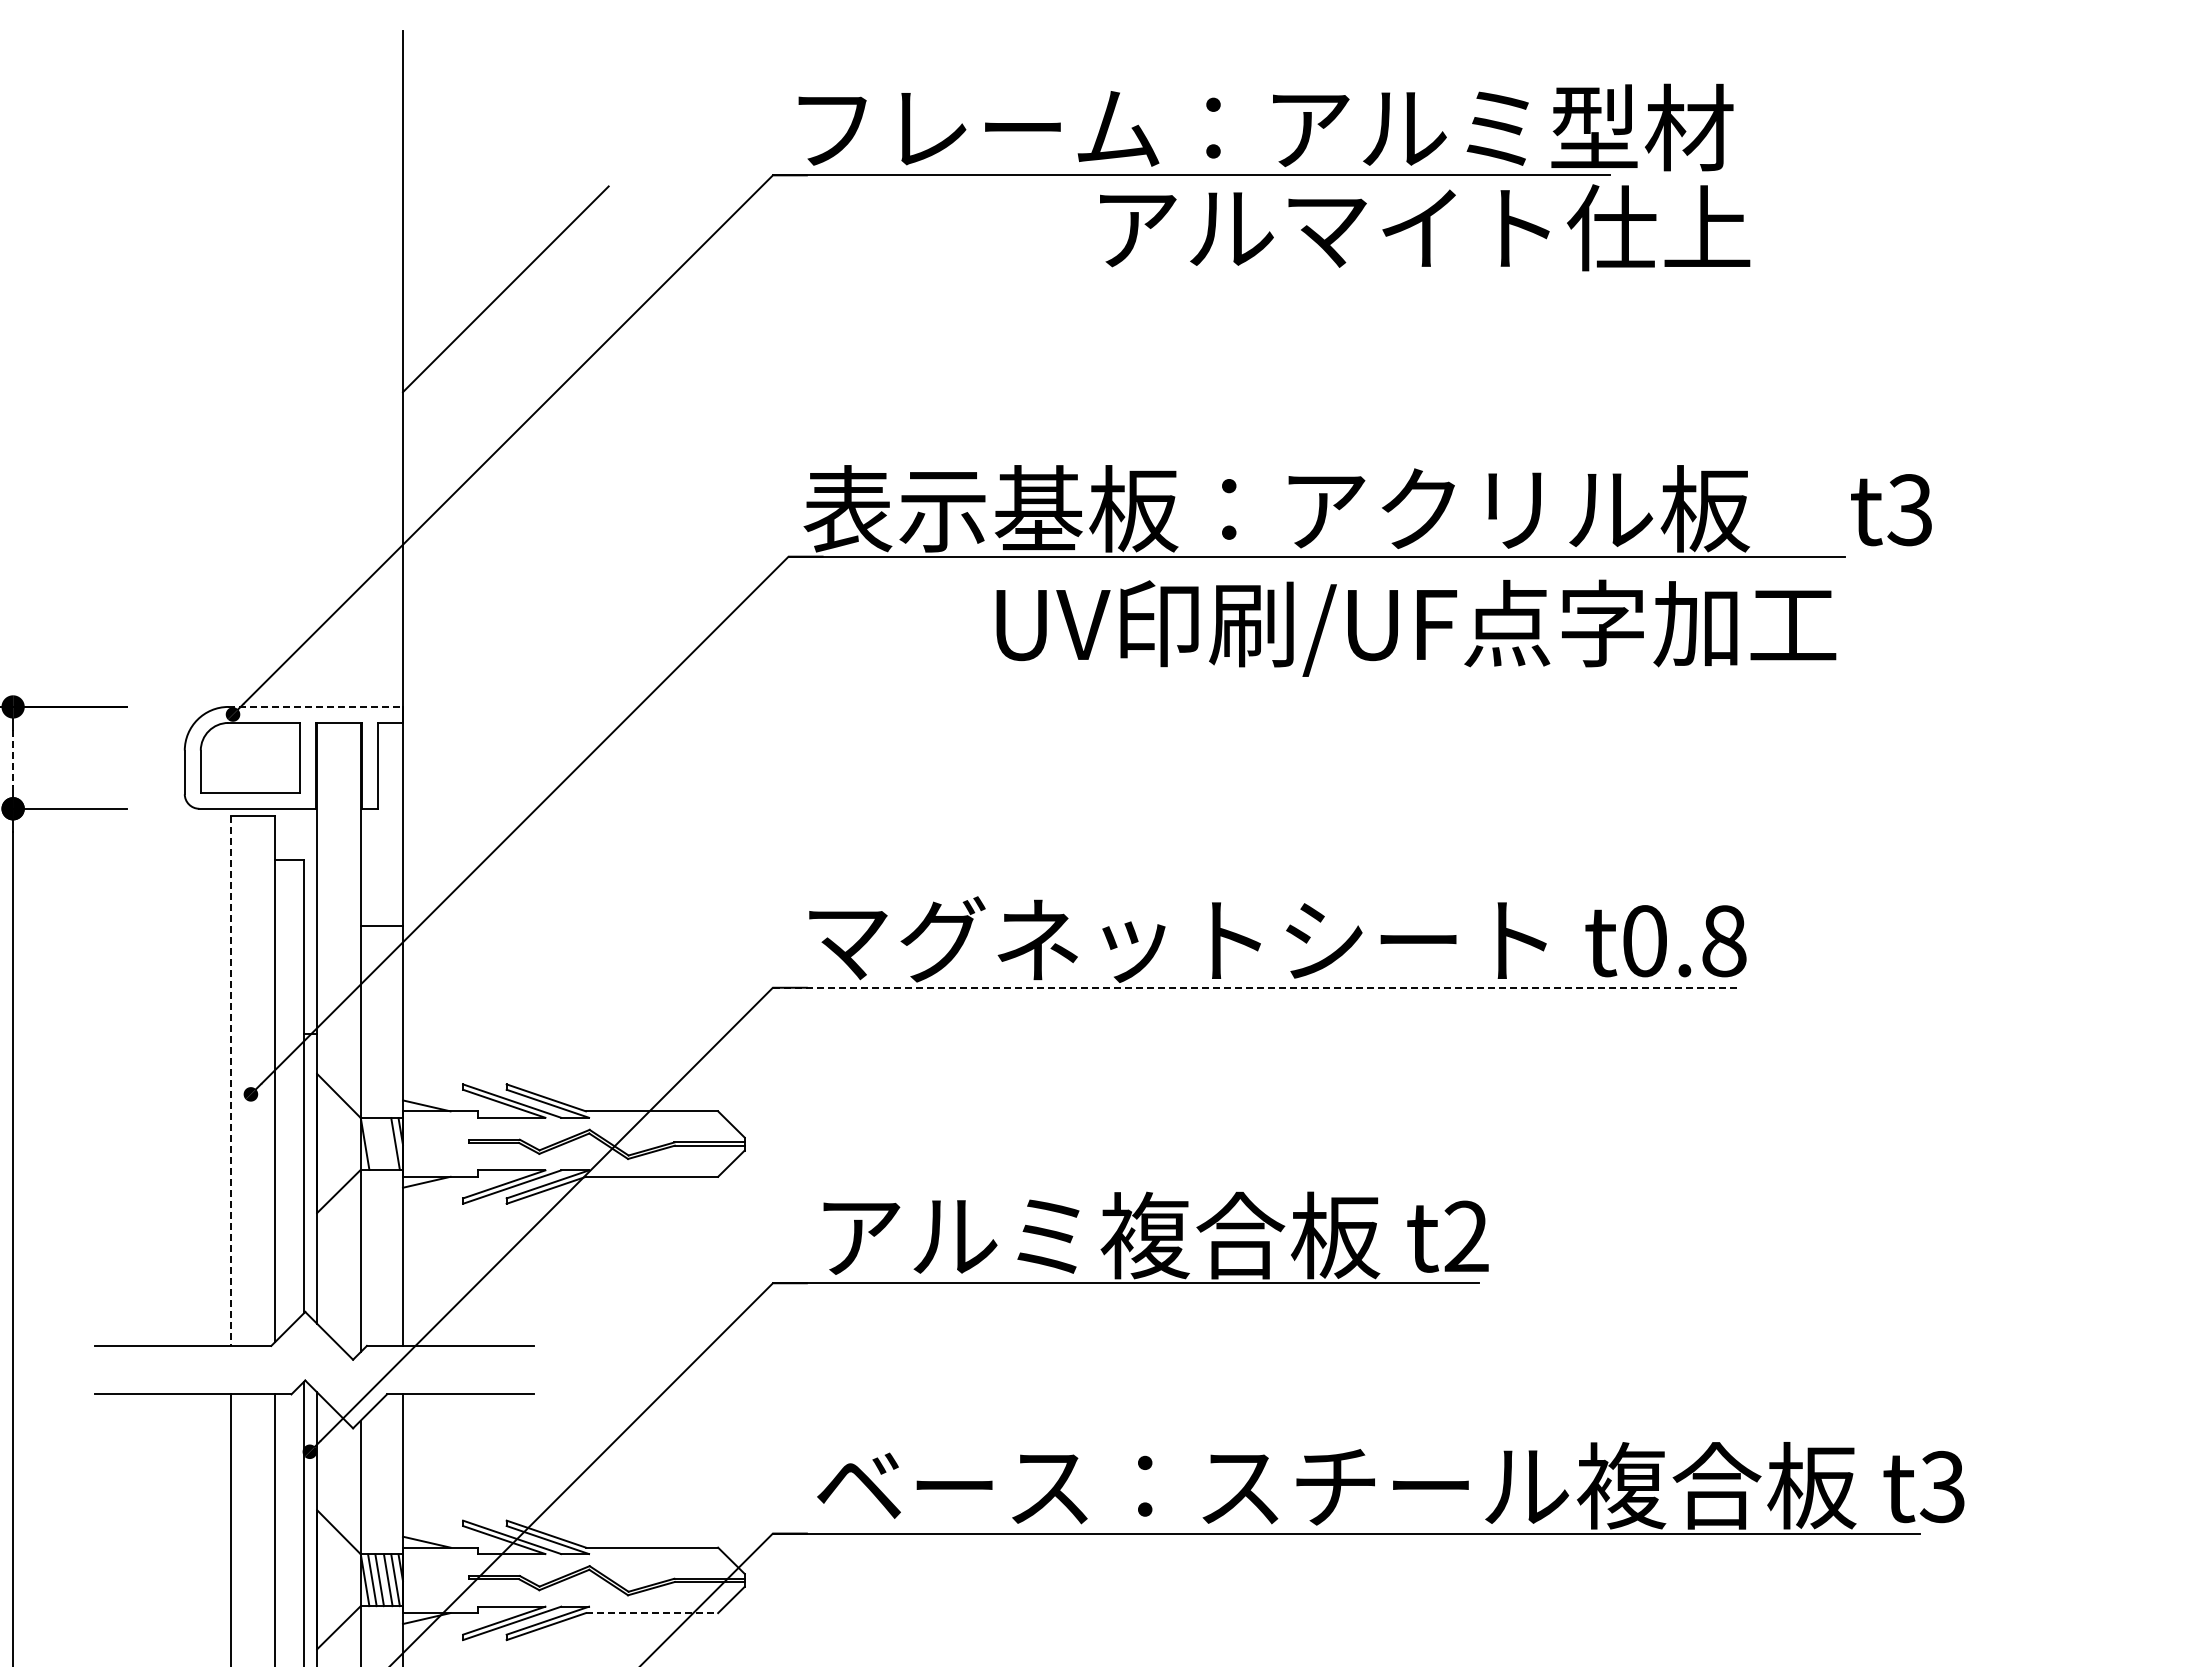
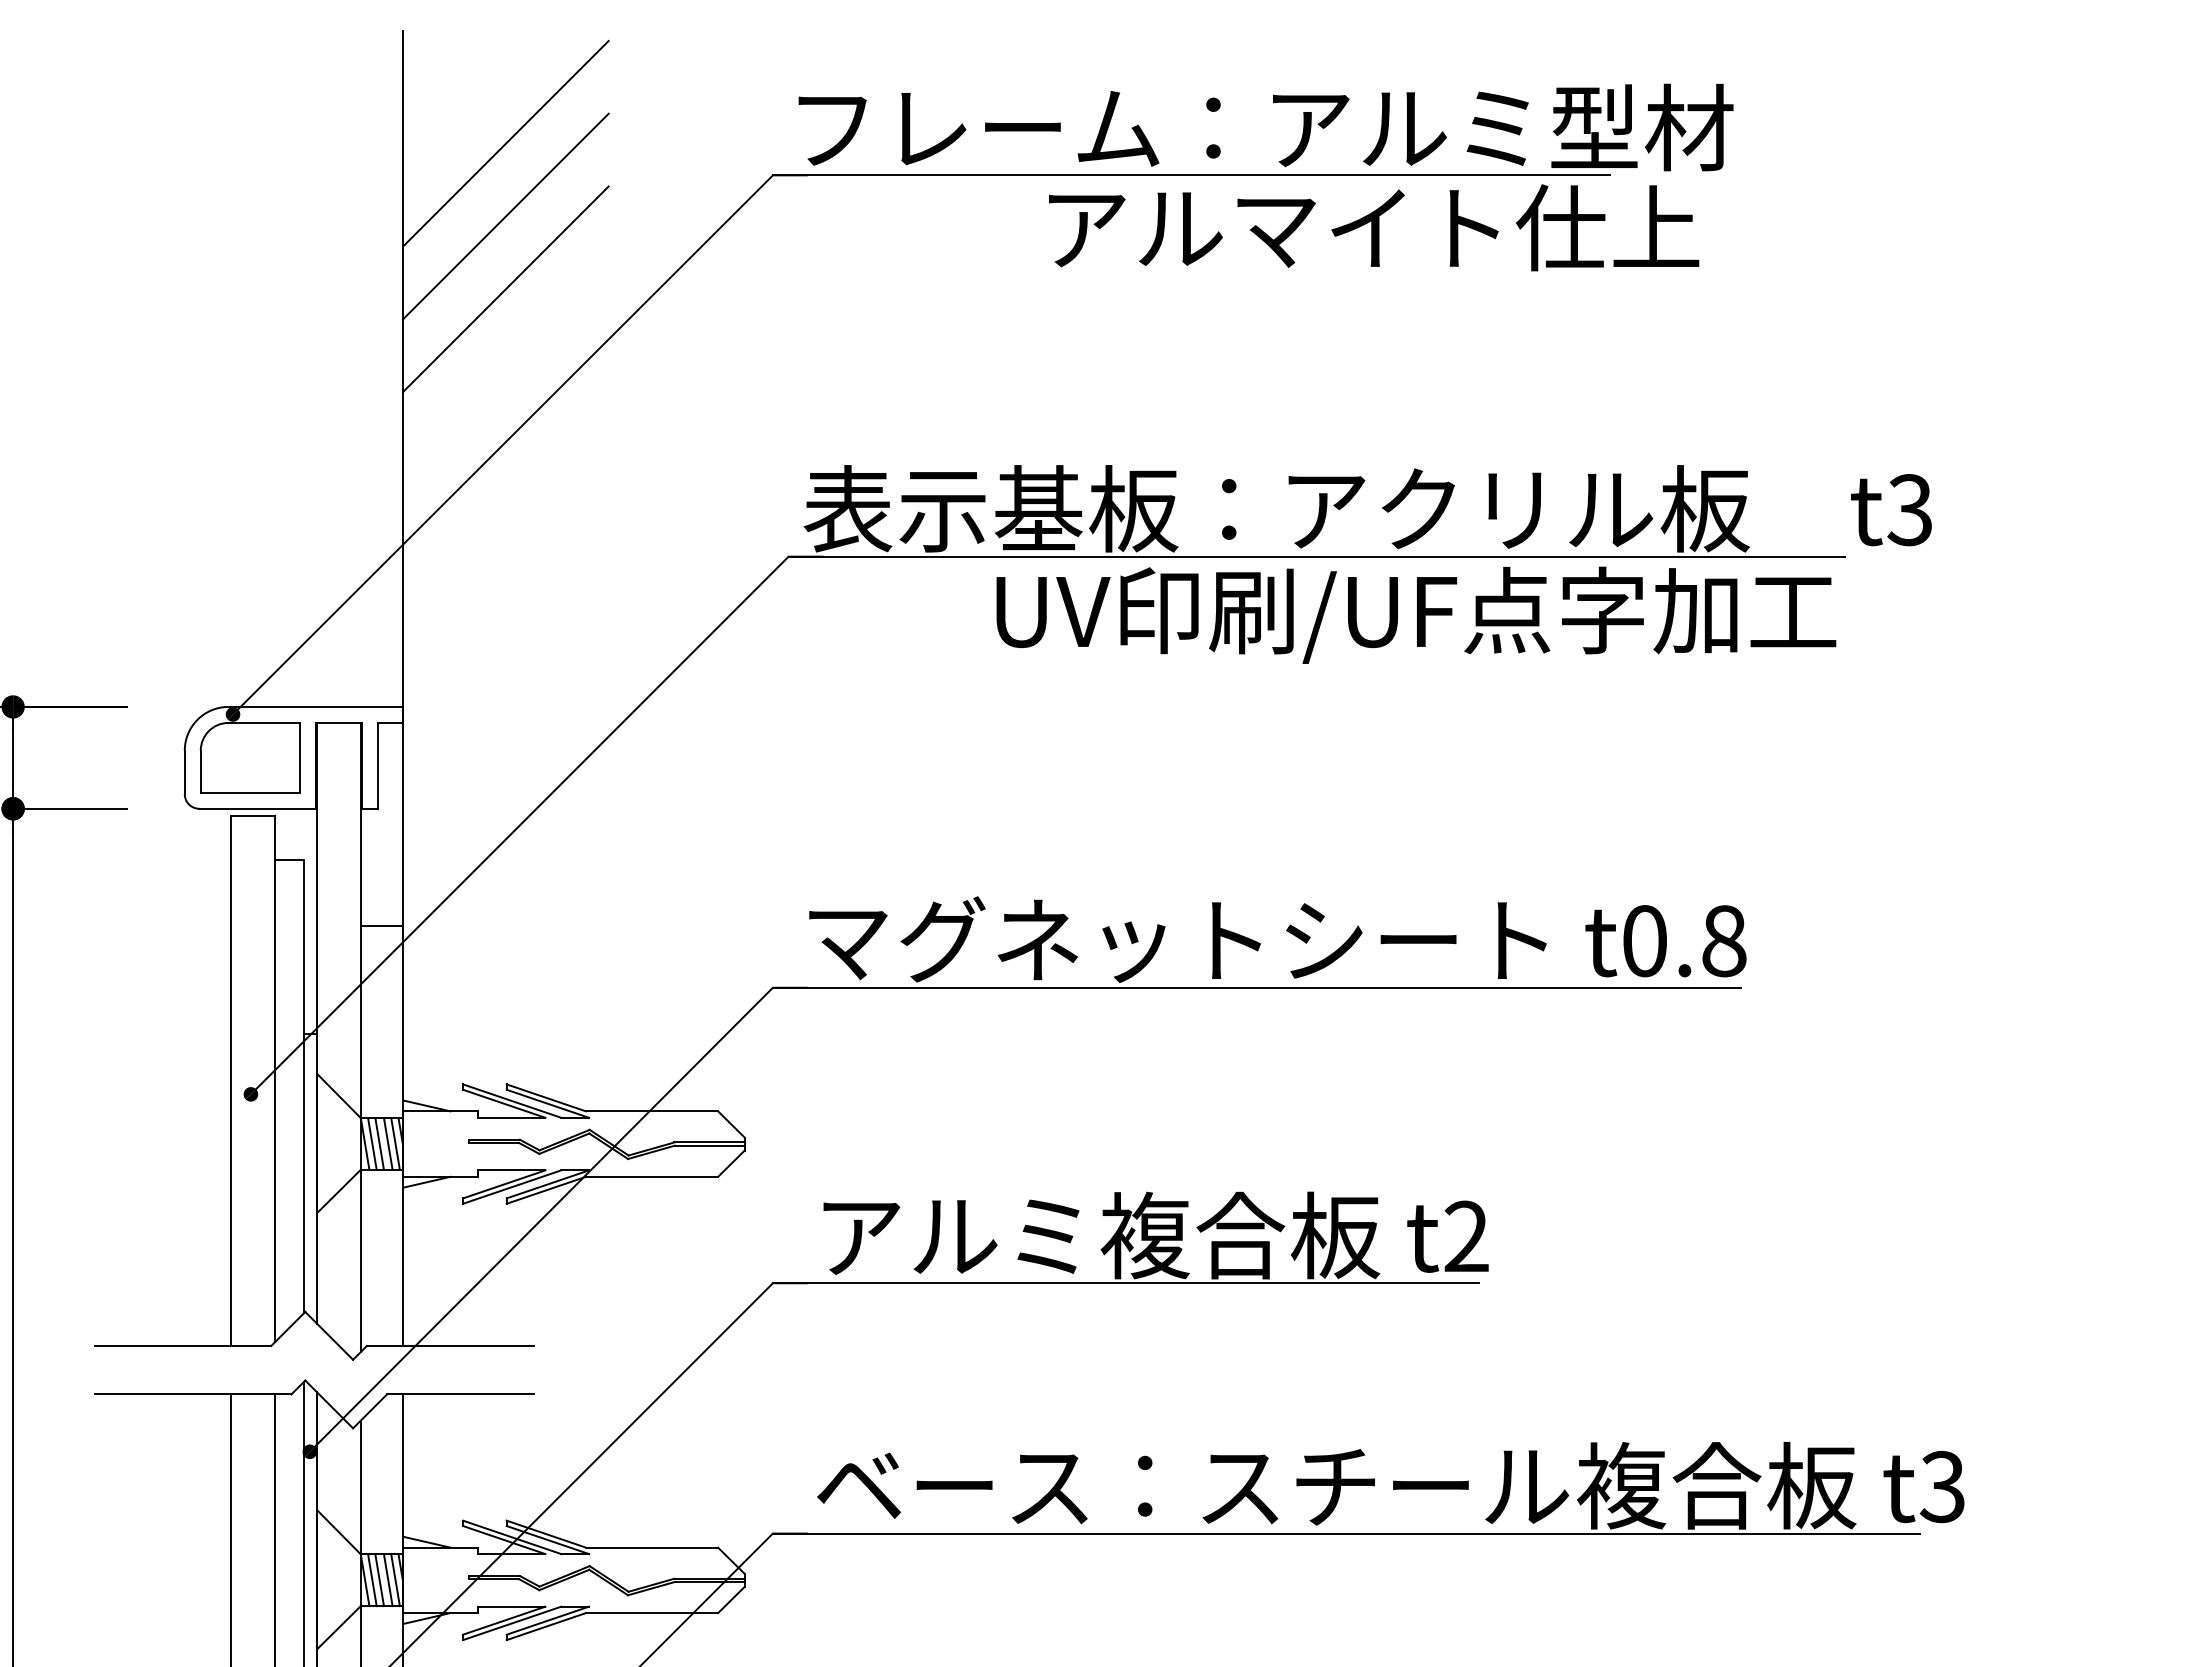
line at (505, 143): none -> present
line at (505, 216): none -> present
text at (1425, 227) position: (1425, 227) -> (1374, 227)
text at (1416, 627) position: (1416, 627) -> (1416, 614)
line at (316, 706): dashed -> solid
line at (13, 757): dashed -> solid
line at (1256, 987): dashed -> solid
line at (231, 1080): dashed -> solid
line at (372, 1143): none -> present
line at (379, 1143): none -> present
line at (387, 1143): none -> present
line at (652, 1613): dashed -> solid
